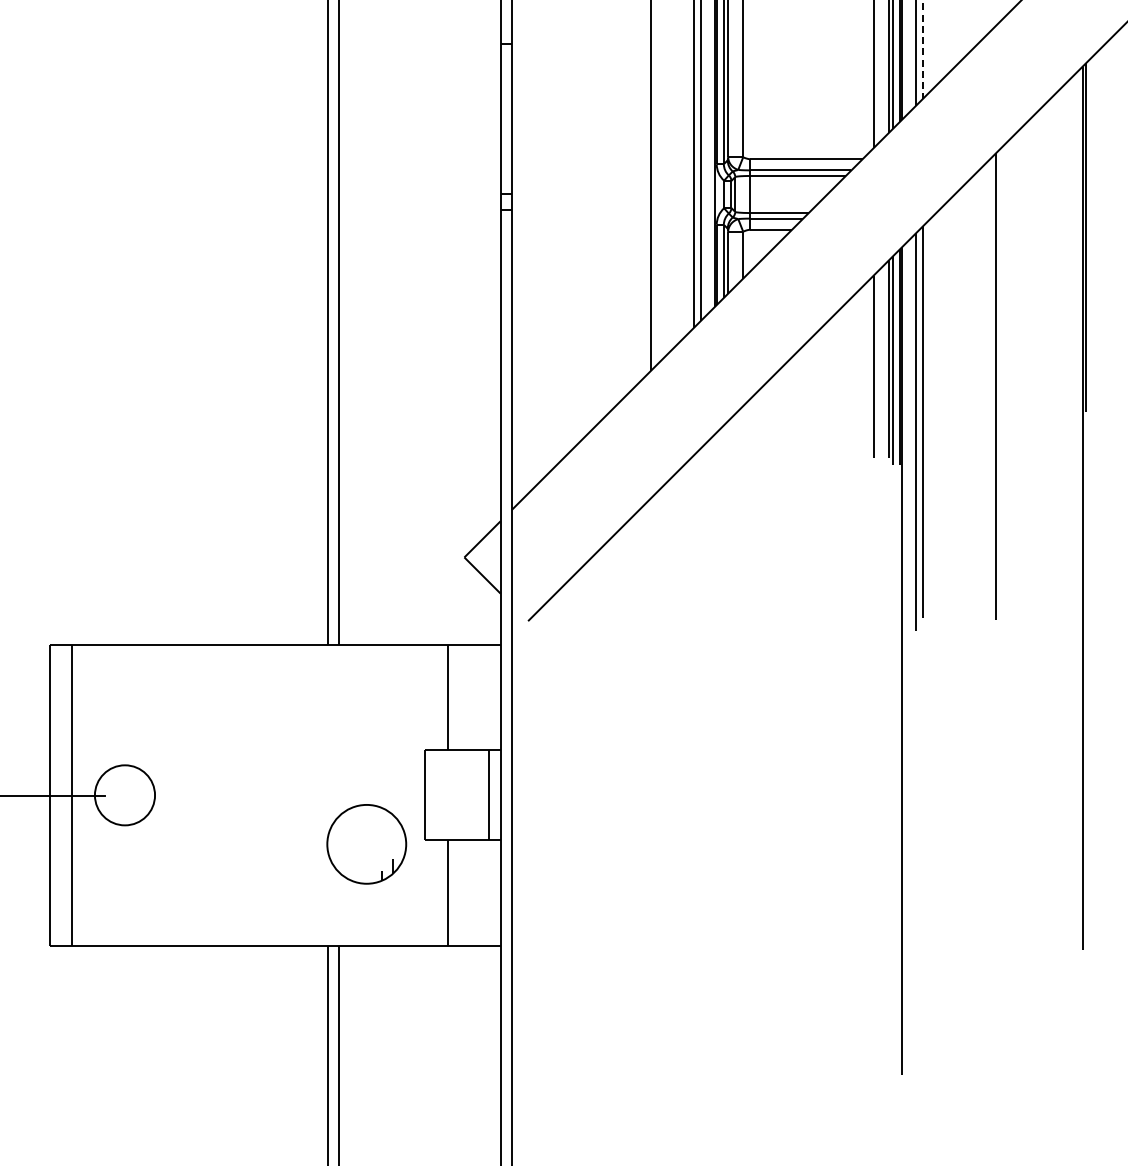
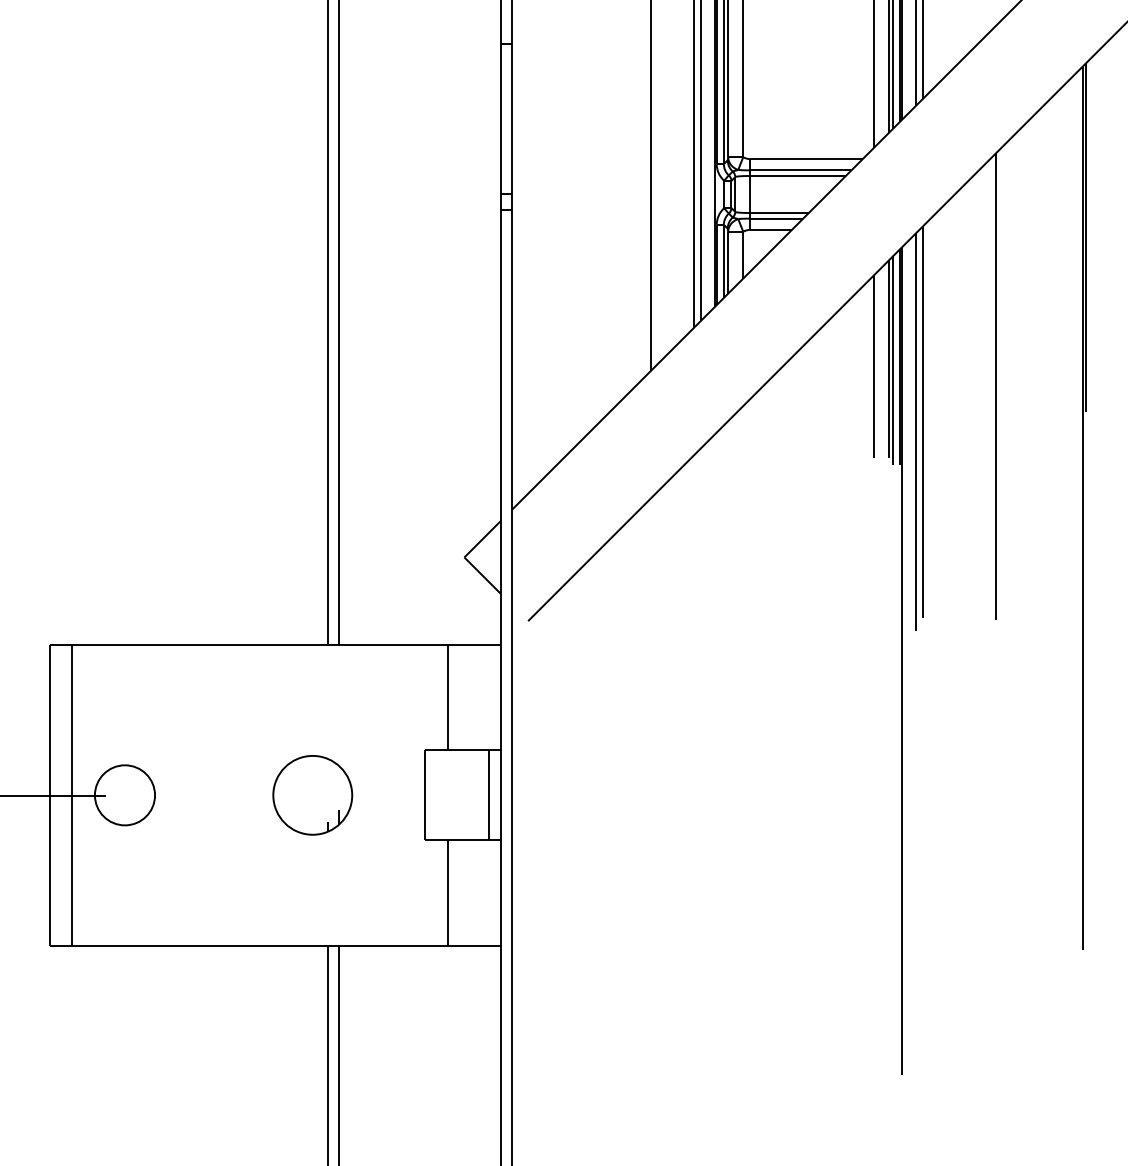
line at (923, 49): dashed -> solid
part at (366, 844) position: (366, 844) -> (312, 795)
